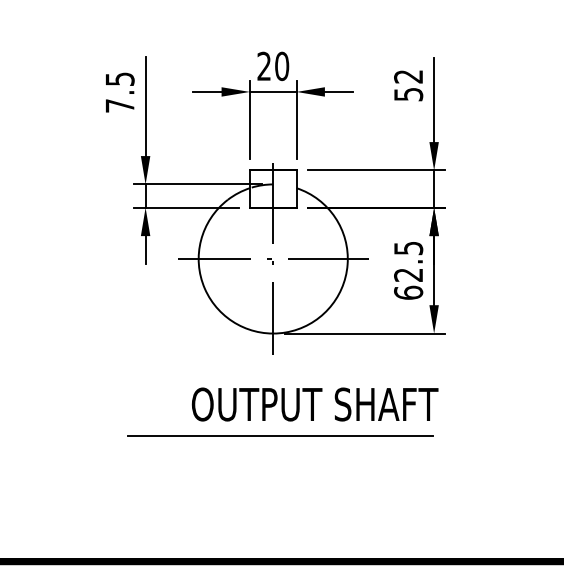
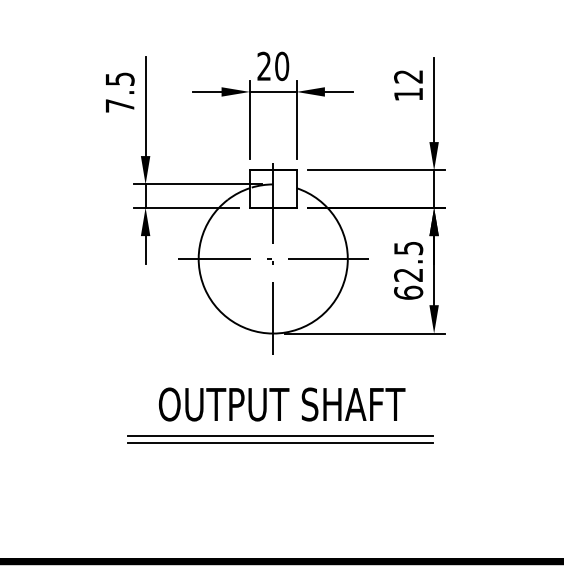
text at (408, 94): 52 -> 12
text at (314, 404) position: (314, 404) -> (281, 404)
line at (280, 442): none -> present
